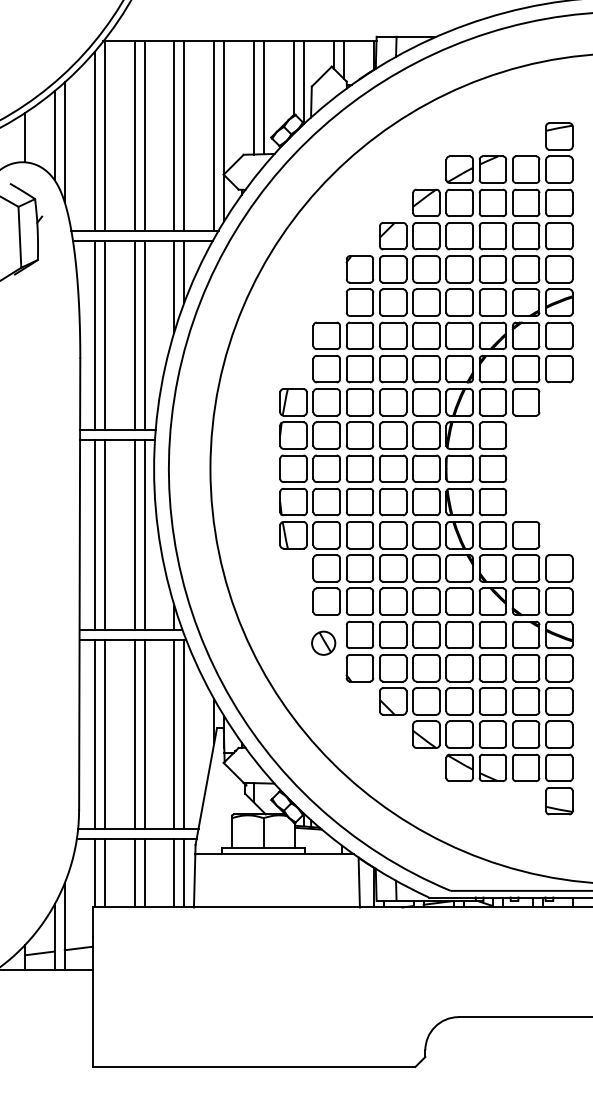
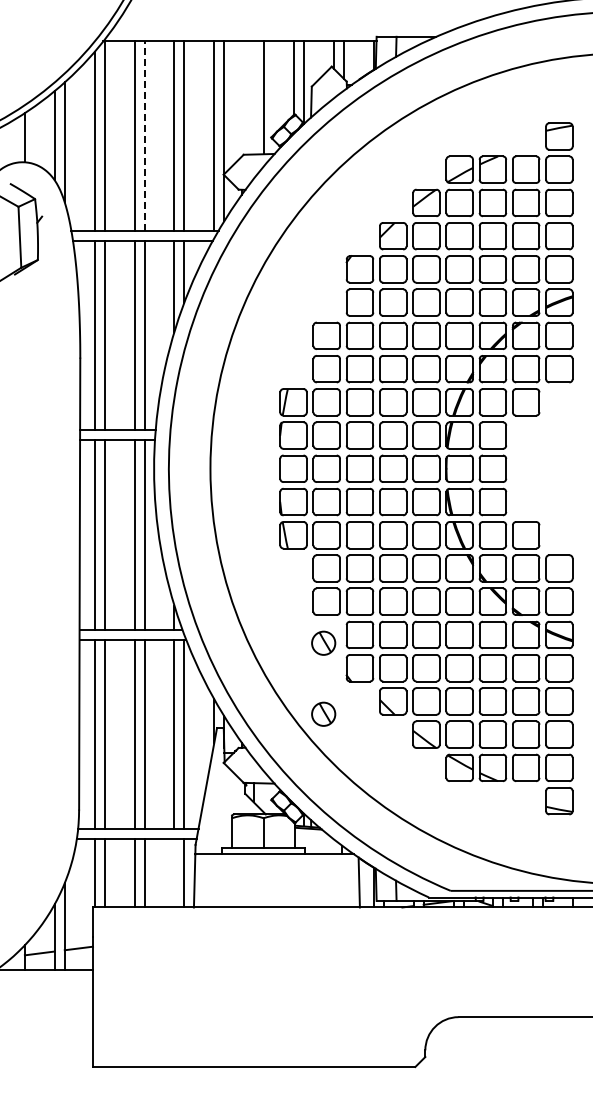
line at (254, 97): present -> none
line at (144, 136): solid -> dashed
part at (323, 713): none -> present
line at (174, 873): present -> none
